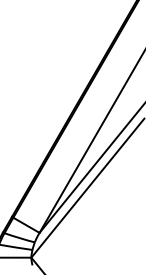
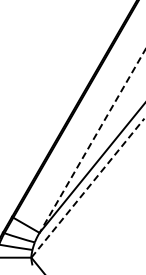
line at (92, 141): solid -> dashed
line at (87, 188): solid -> dashed
